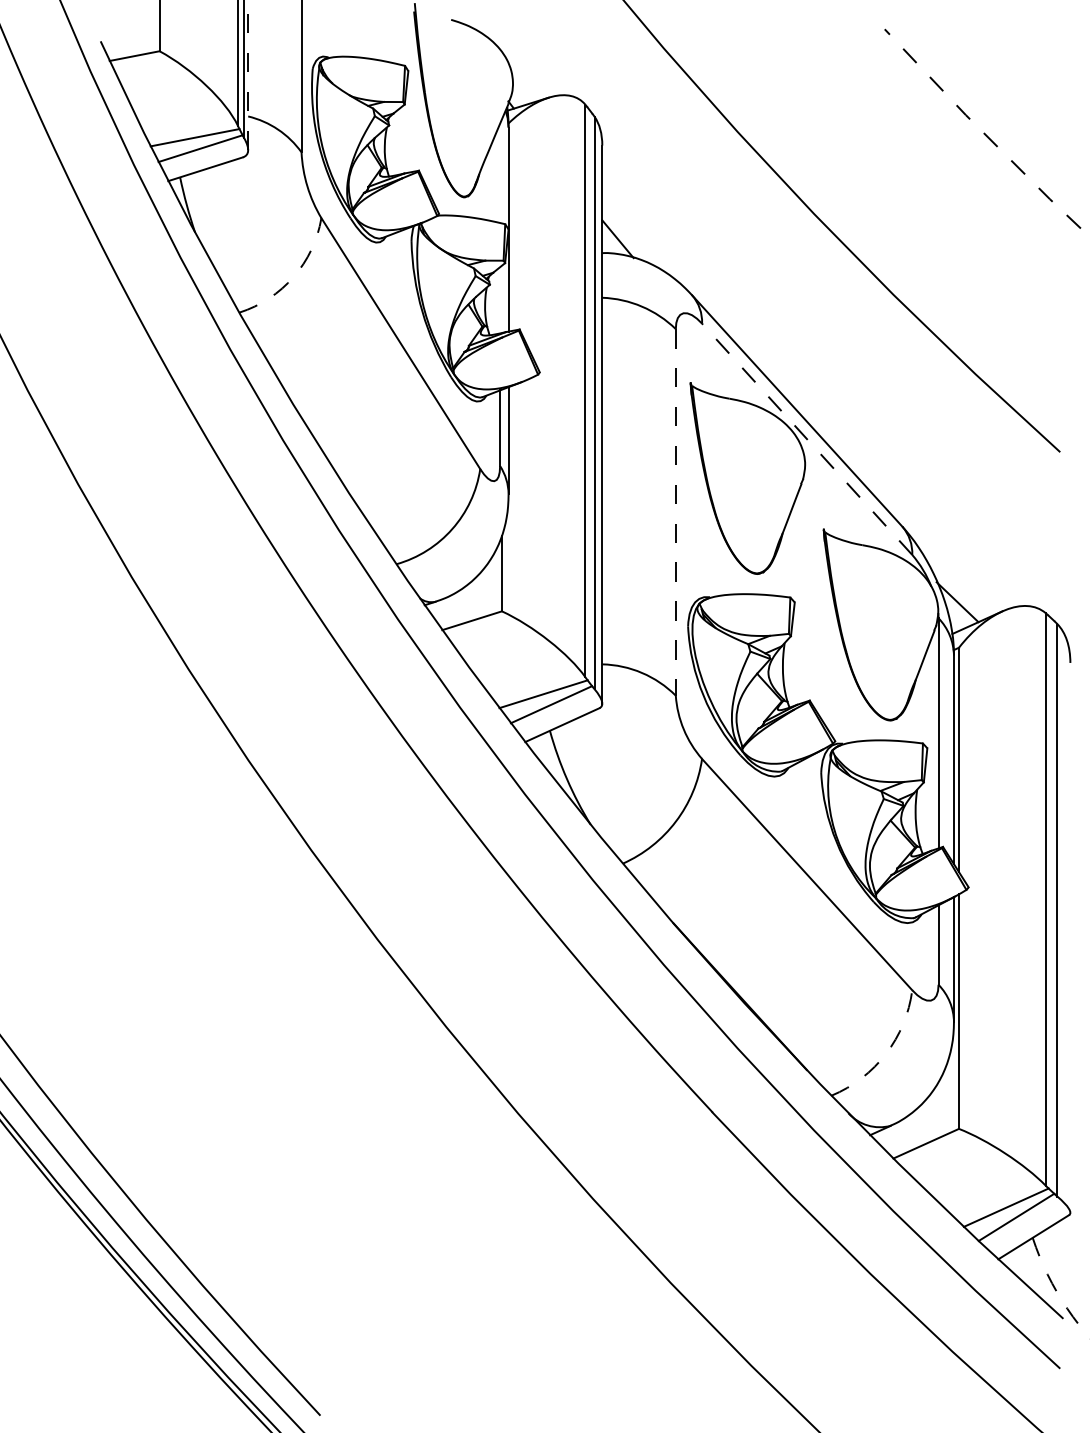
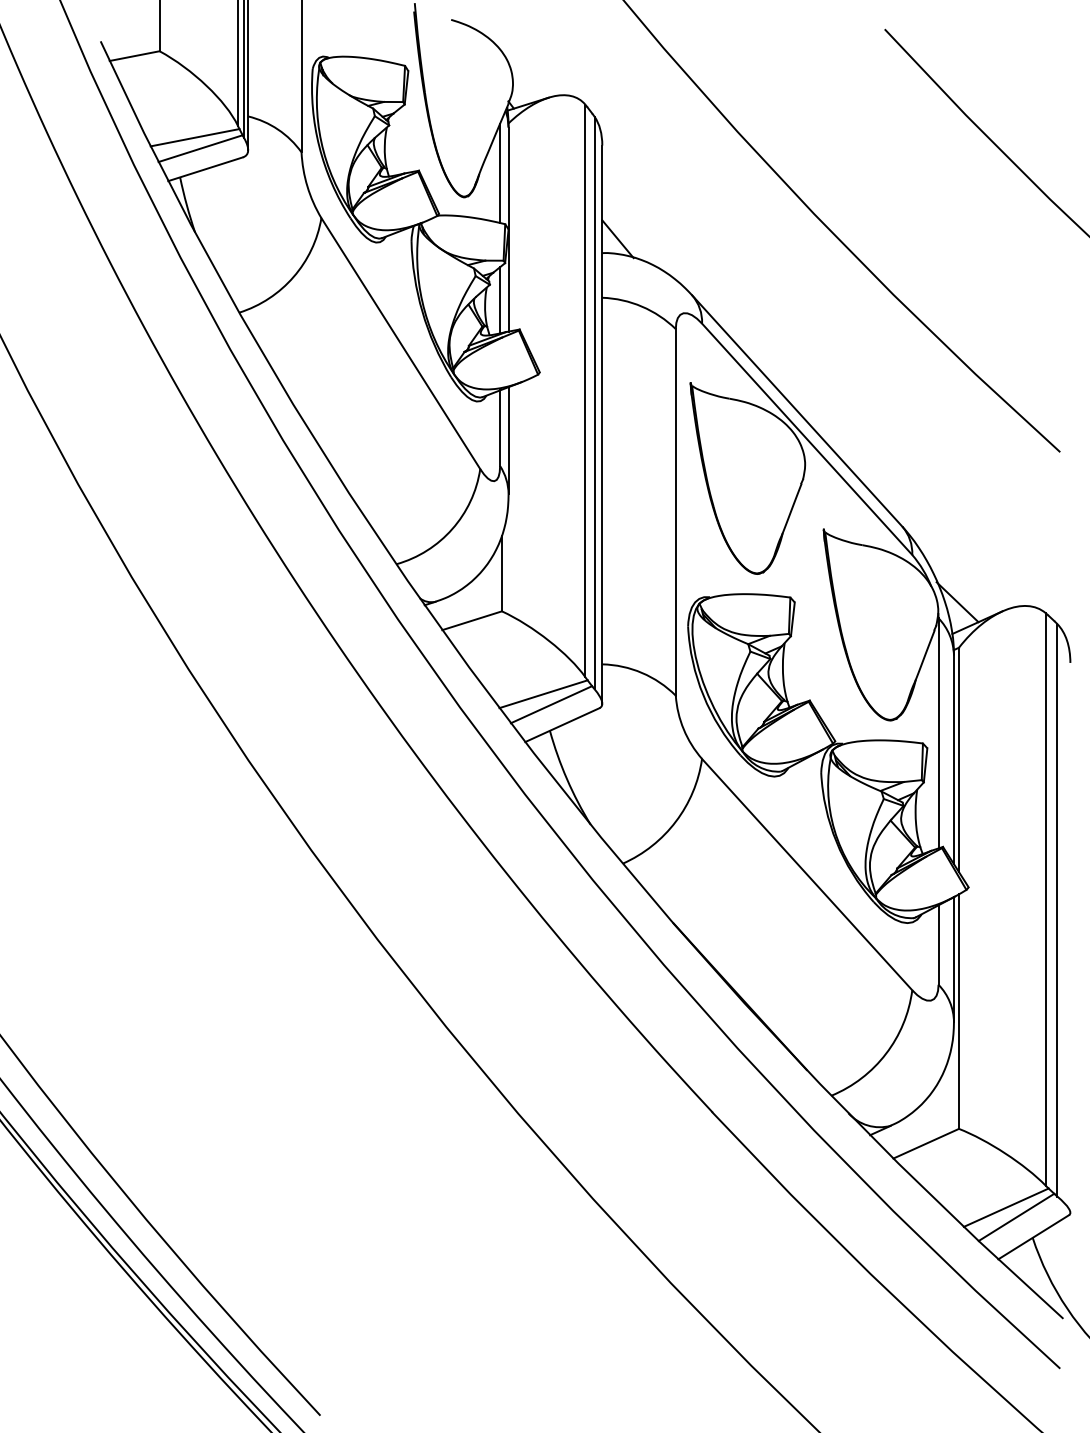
line at (248, 75): dashed -> solid
line at (985, 134): dashed -> solid
line at (500, 173): none -> present
arc at (293, 276): dashed -> solid
line at (500, 300): none -> present
line at (806, 438): dashed -> solid
line at (675, 512): dashed -> solid
arc at (886, 1053): dashed -> solid
arc at (1056, 1291): dashed -> solid
